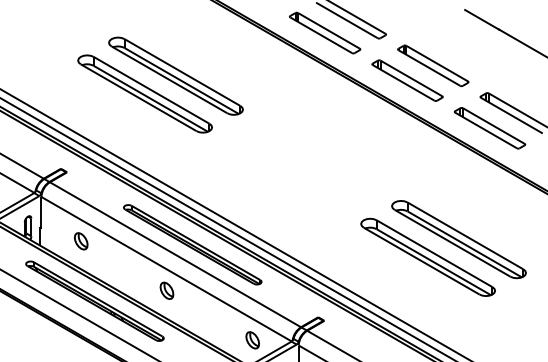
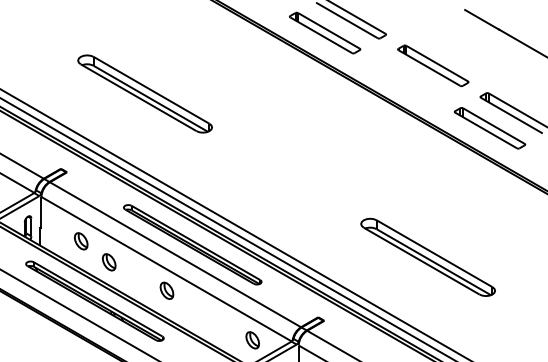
part at (175, 75): present -> none
part at (407, 80): present -> none
part at (458, 239): present -> none
part at (109, 262): none -> present
